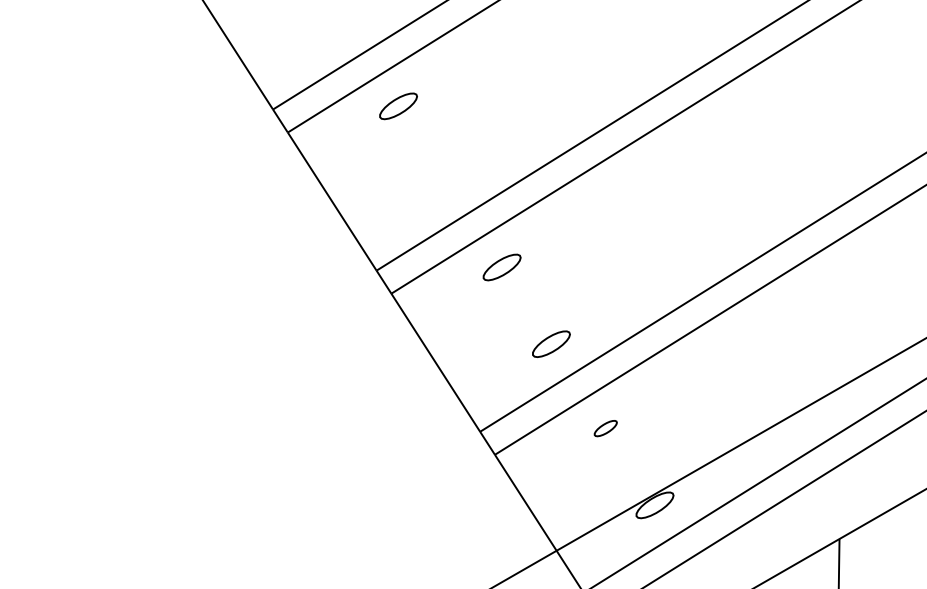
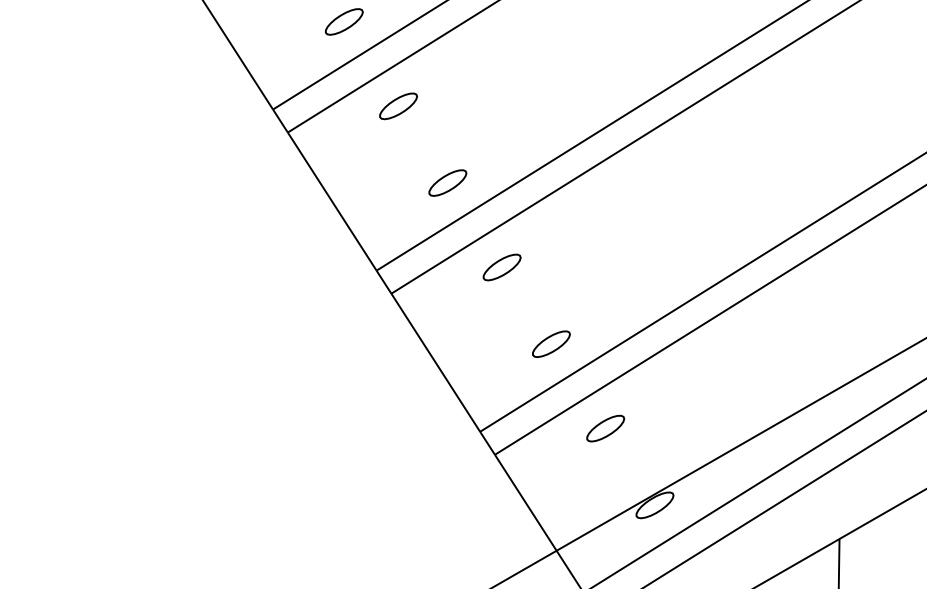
part at (344, 21): none -> present
part at (447, 182): none -> present
part at (605, 428) size: 25x18 px -> 40x29 px
